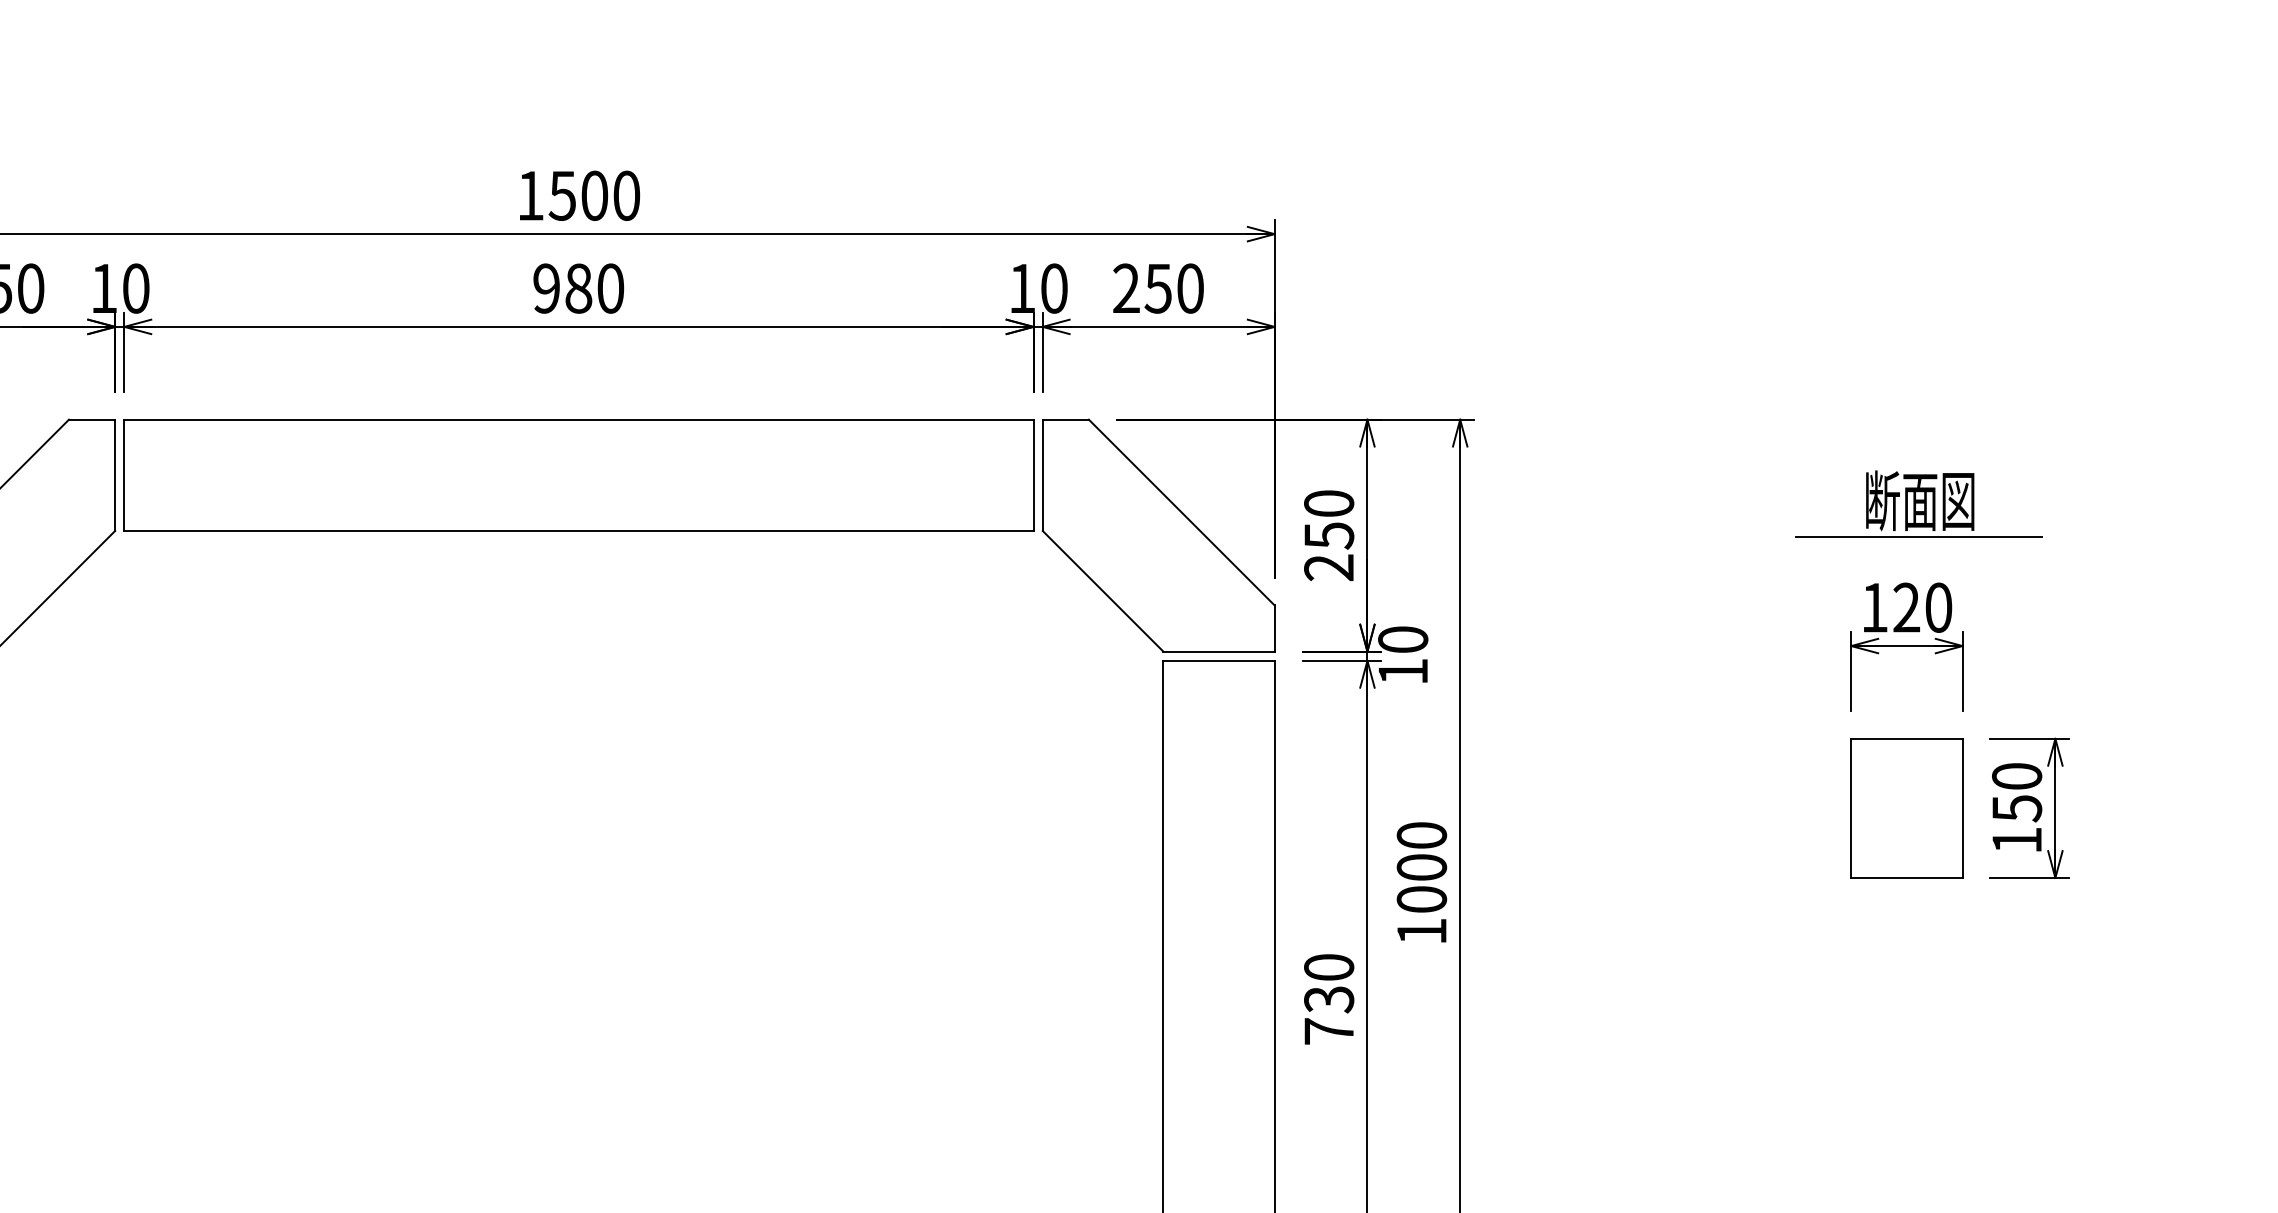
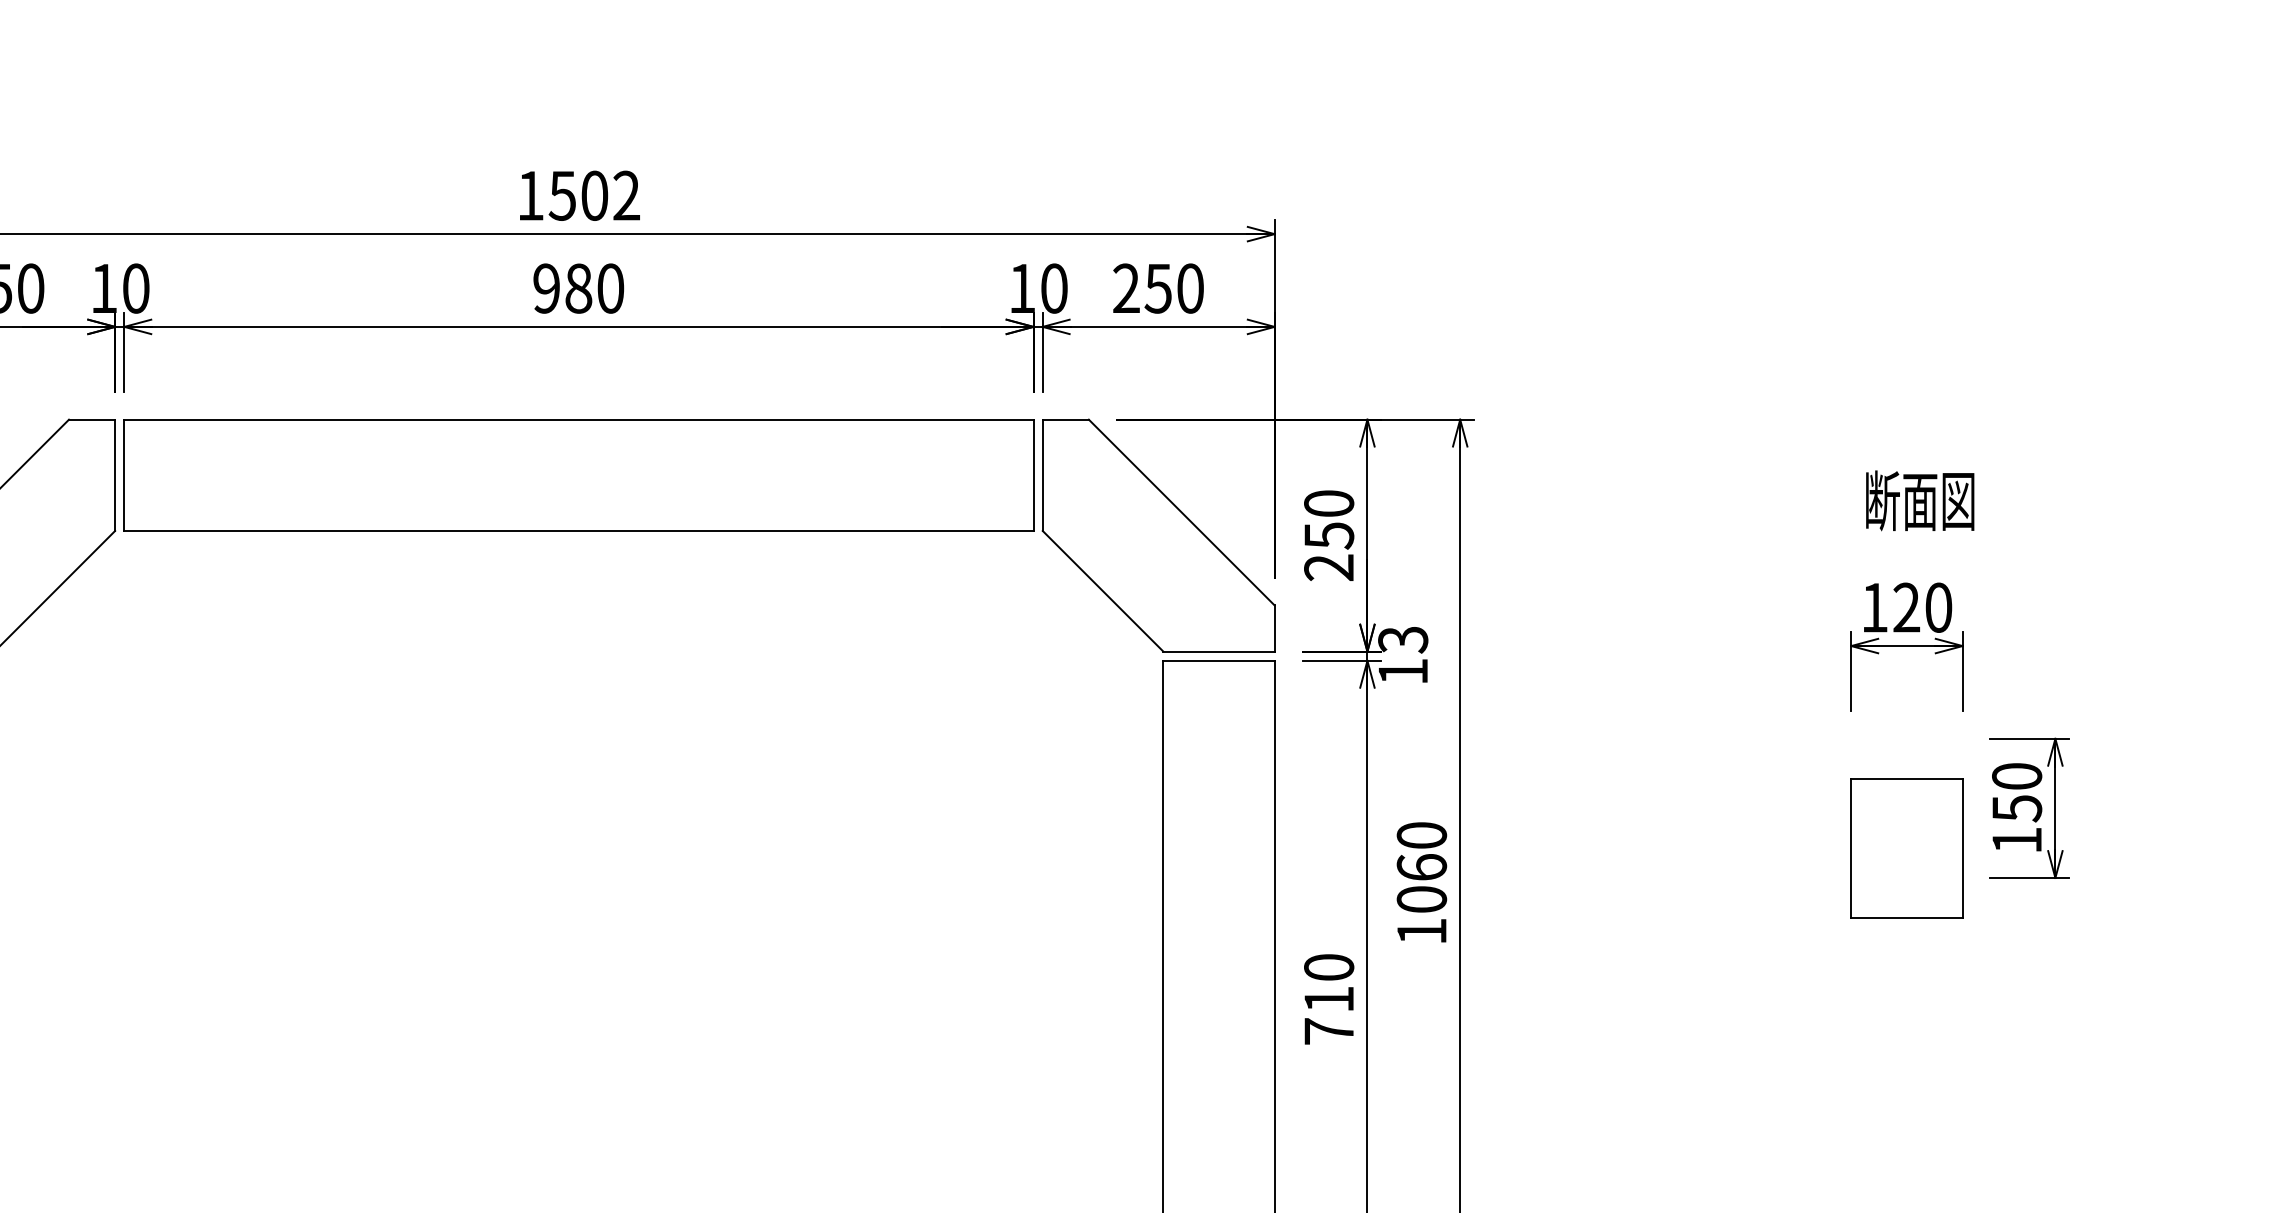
text at (626, 195): 1500 -> 1502
line at (1918, 537): present -> none
text at (1403, 639): 10 -> 13
part at (1906, 808) position: (1906, 808) -> (1906, 848)
text at (1421, 867): 1000 -> 1060
text at (1329, 999): 730 -> 710
